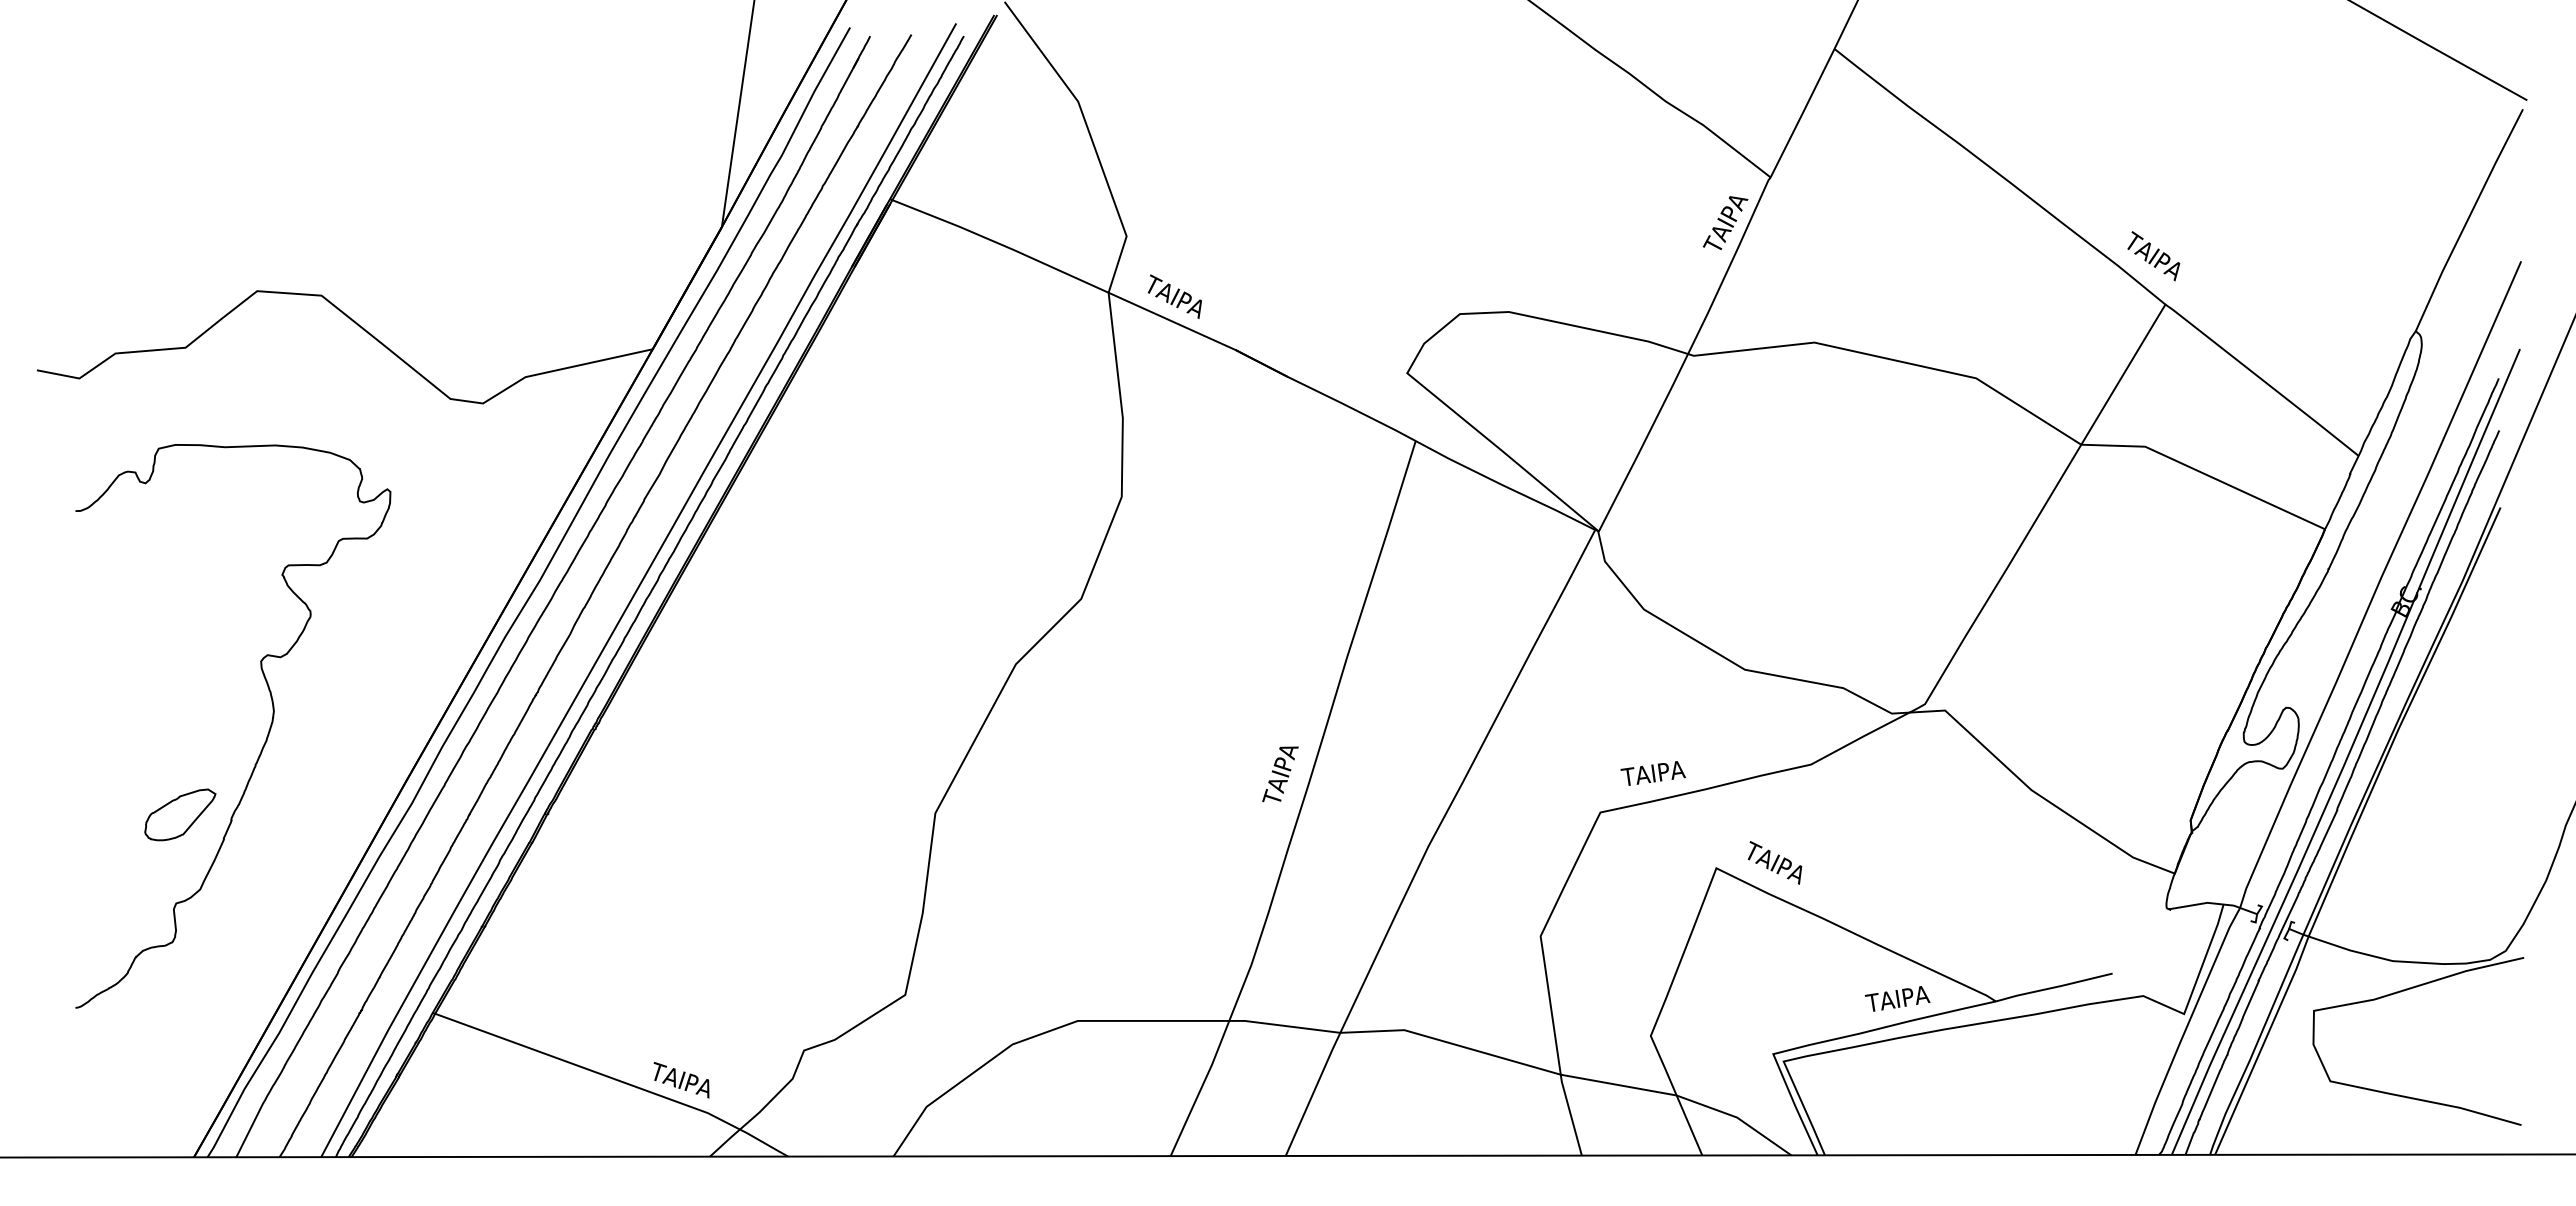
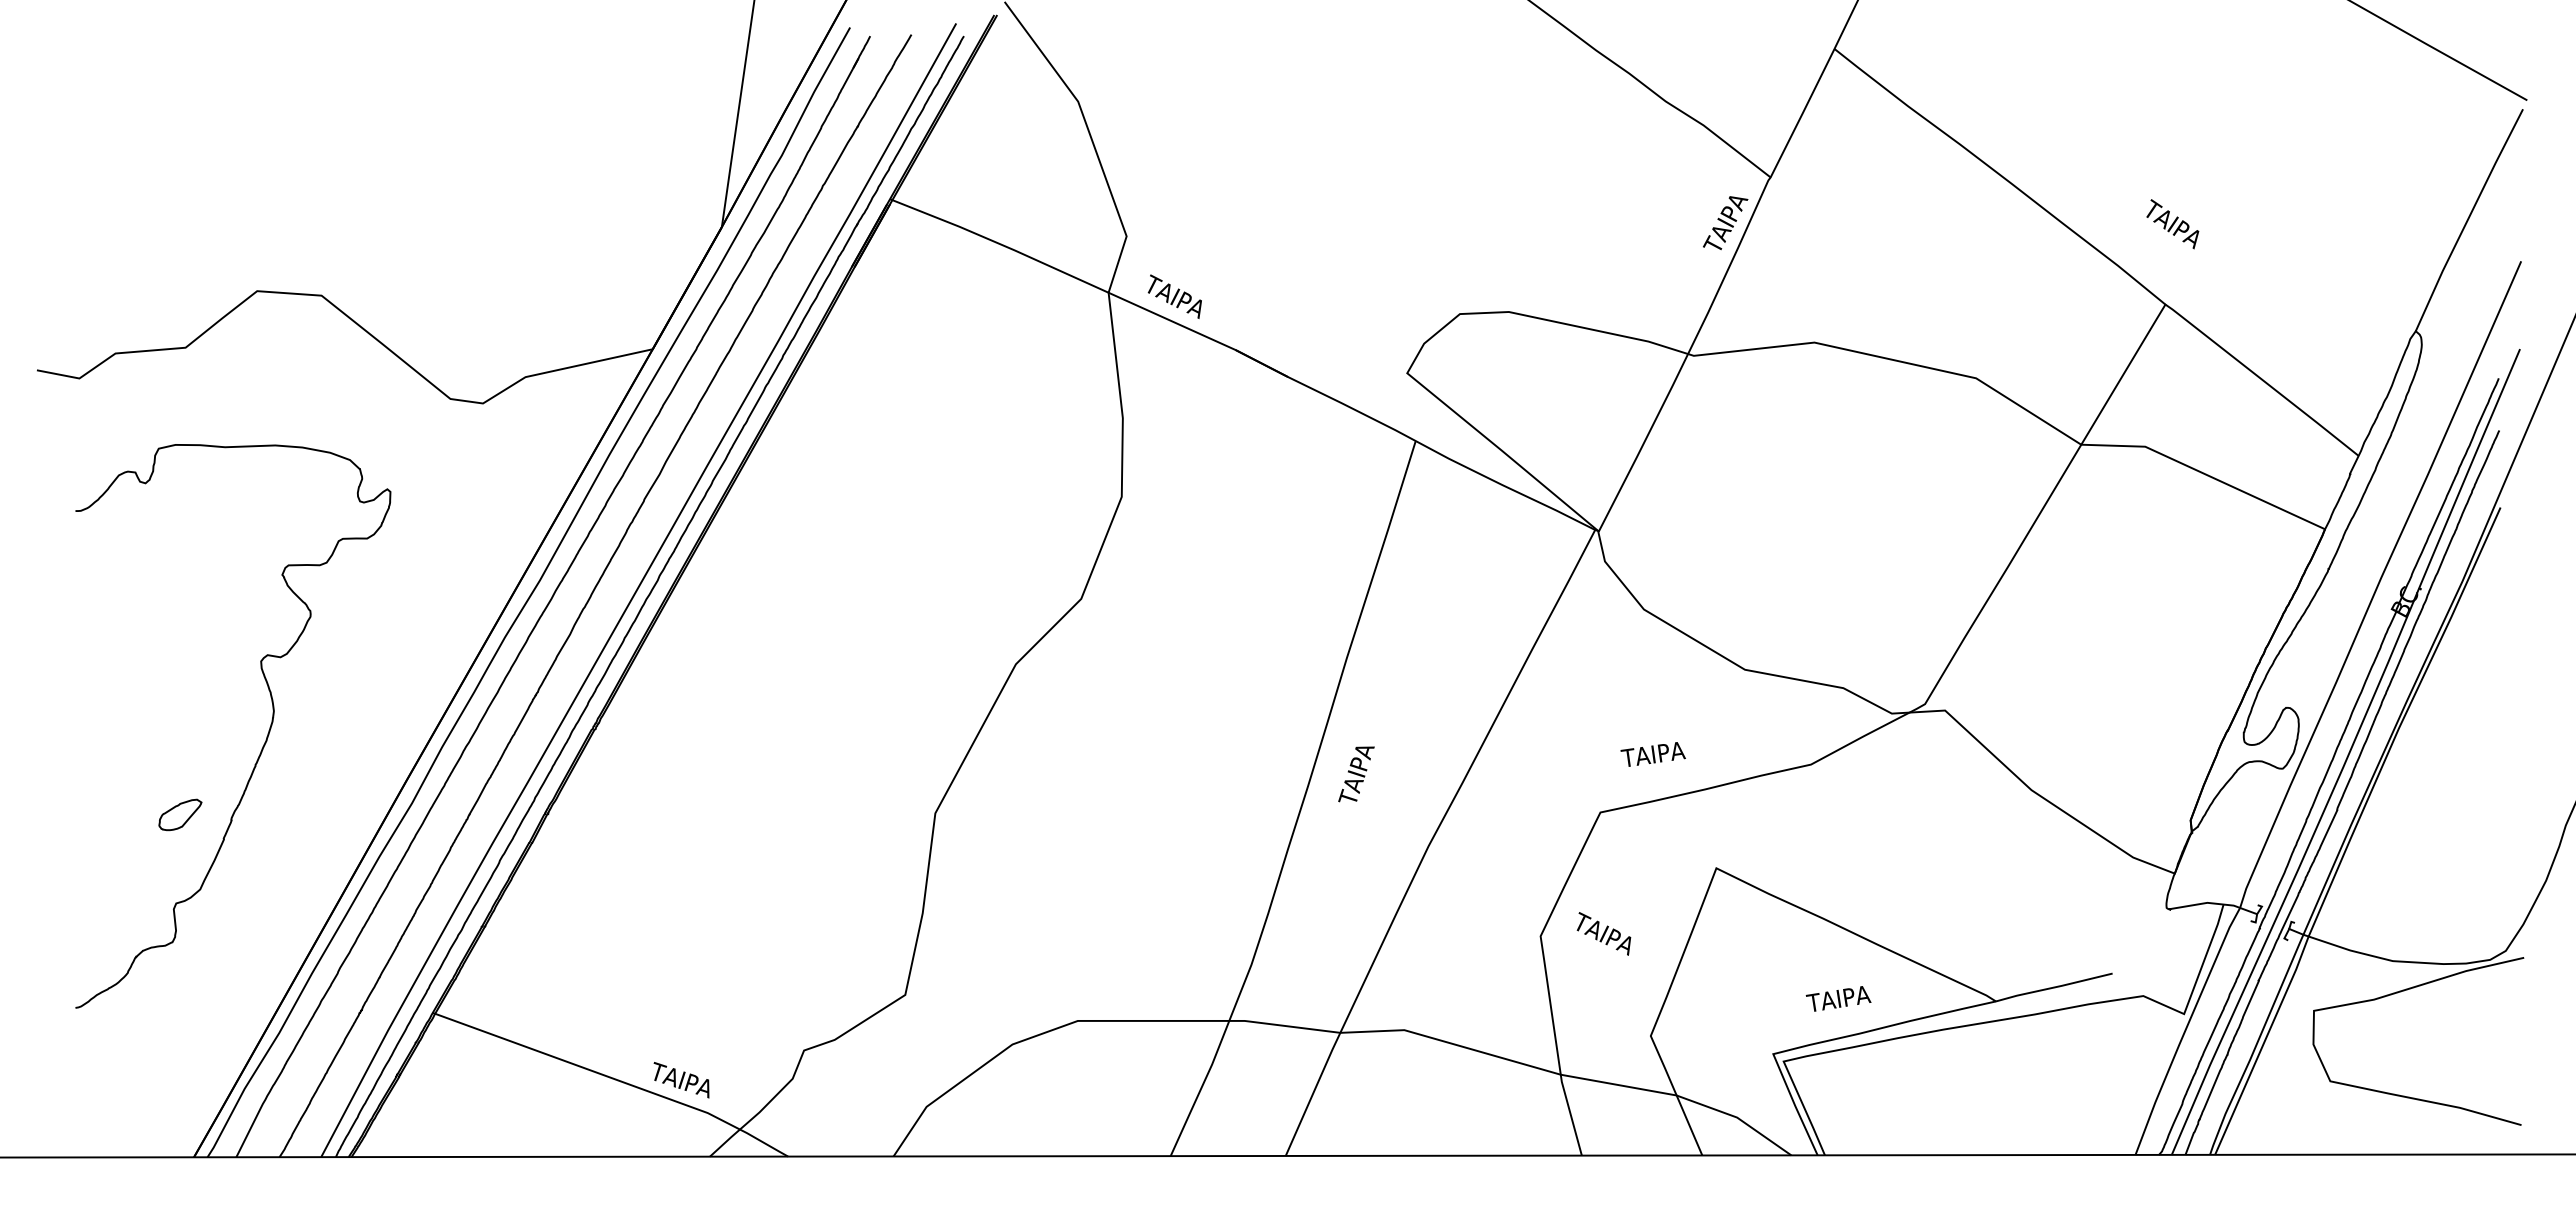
text at (2153, 256) position: (2153, 256) -> (2172, 224)
text at (1652, 773) position: (1652, 773) -> (1652, 754)
text at (1280, 774) position: (1280, 774) -> (1356, 774)
part at (180, 814) size: 73x54 px -> 45x34 px
text at (1774, 862) position: (1774, 862) -> (1603, 933)
text at (1897, 998) position: (1897, 998) -> (1838, 998)
